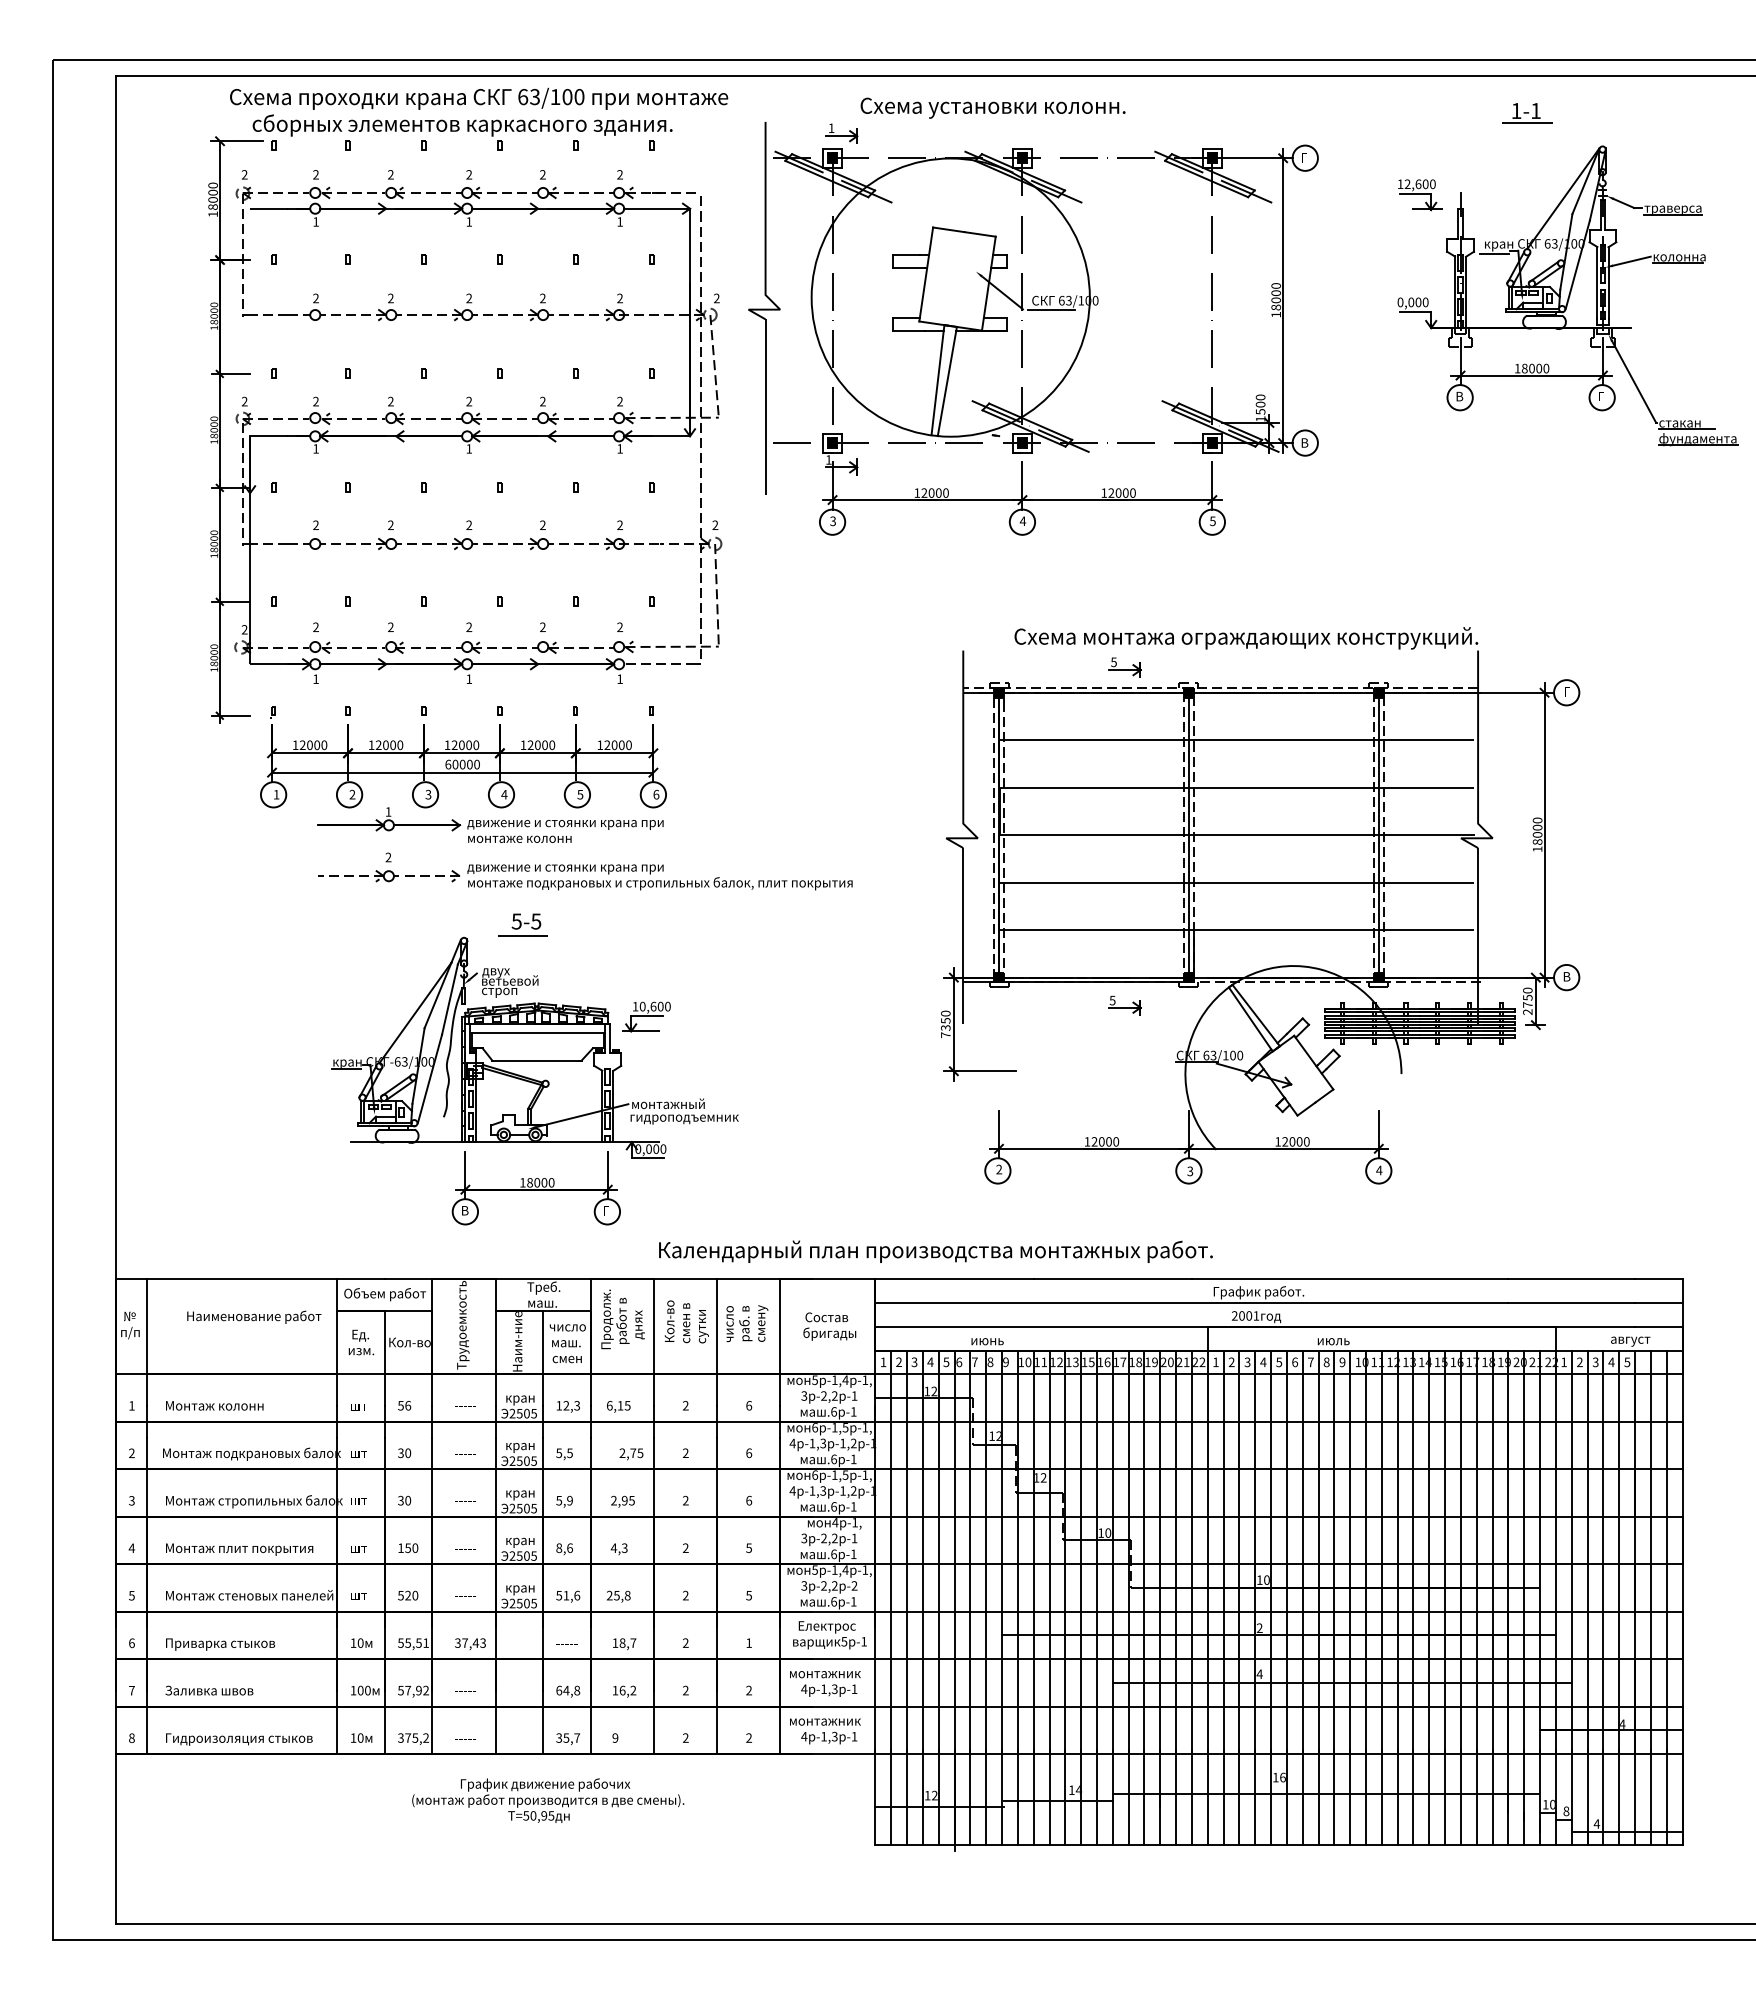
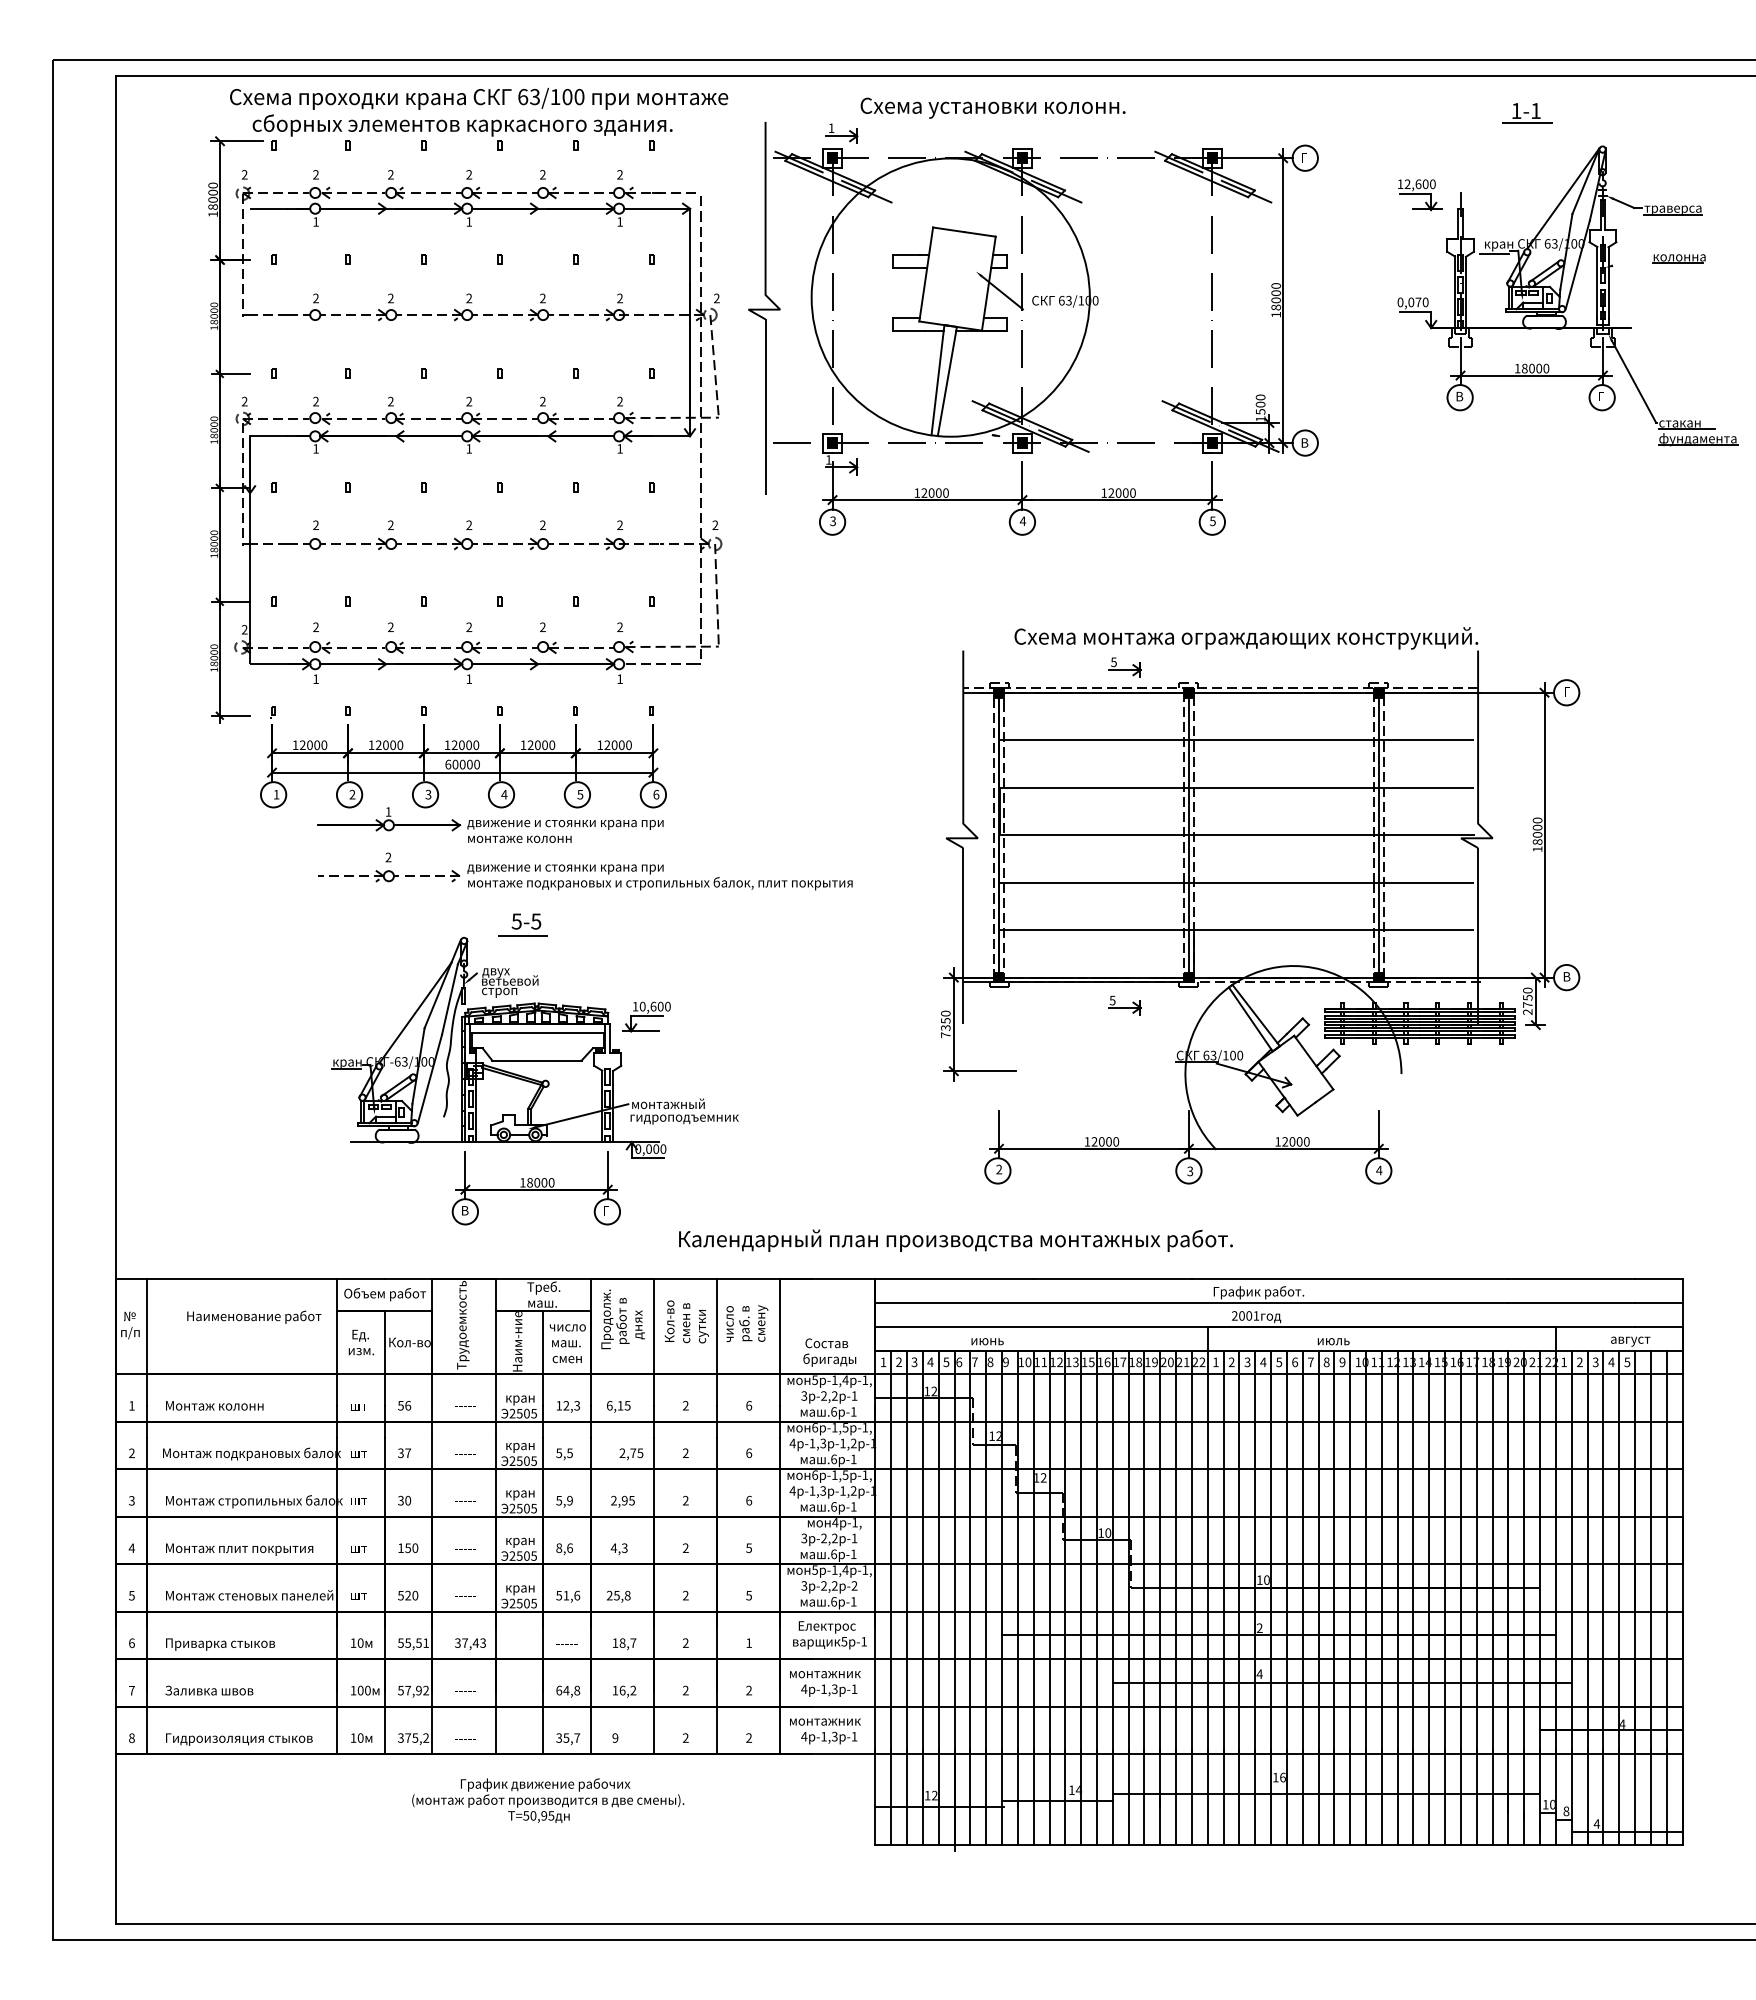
line at (1631, 260): present -> none
text at (1418, 302): 0,000 -> 0,070
line at (1051, 309): present -> none
text at (935, 1251) position: (935, 1251) -> (955, 1240)
text at (829, 1326) position: (829, 1326) -> (829, 1352)
text at (408, 1453): 30 -> 37
